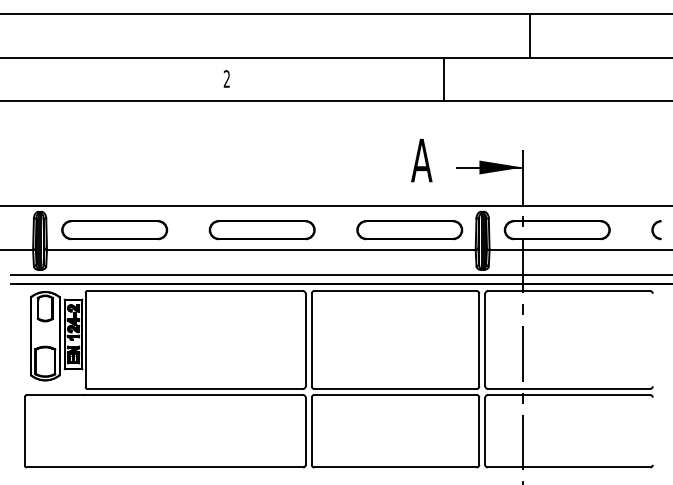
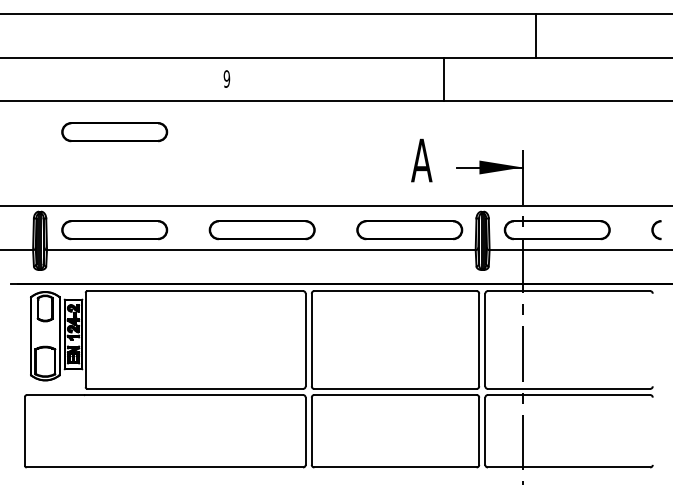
line at (530, 35) position: (530, 35) -> (536, 35)
text at (226, 78): 2 -> 9
part at (114, 132): none -> present
line at (340, 275): present -> none
